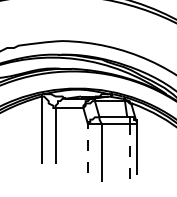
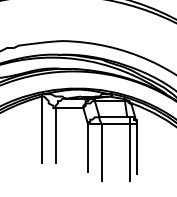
line at (87, 148): dashed -> solid
line at (129, 153): dashed -> solid
